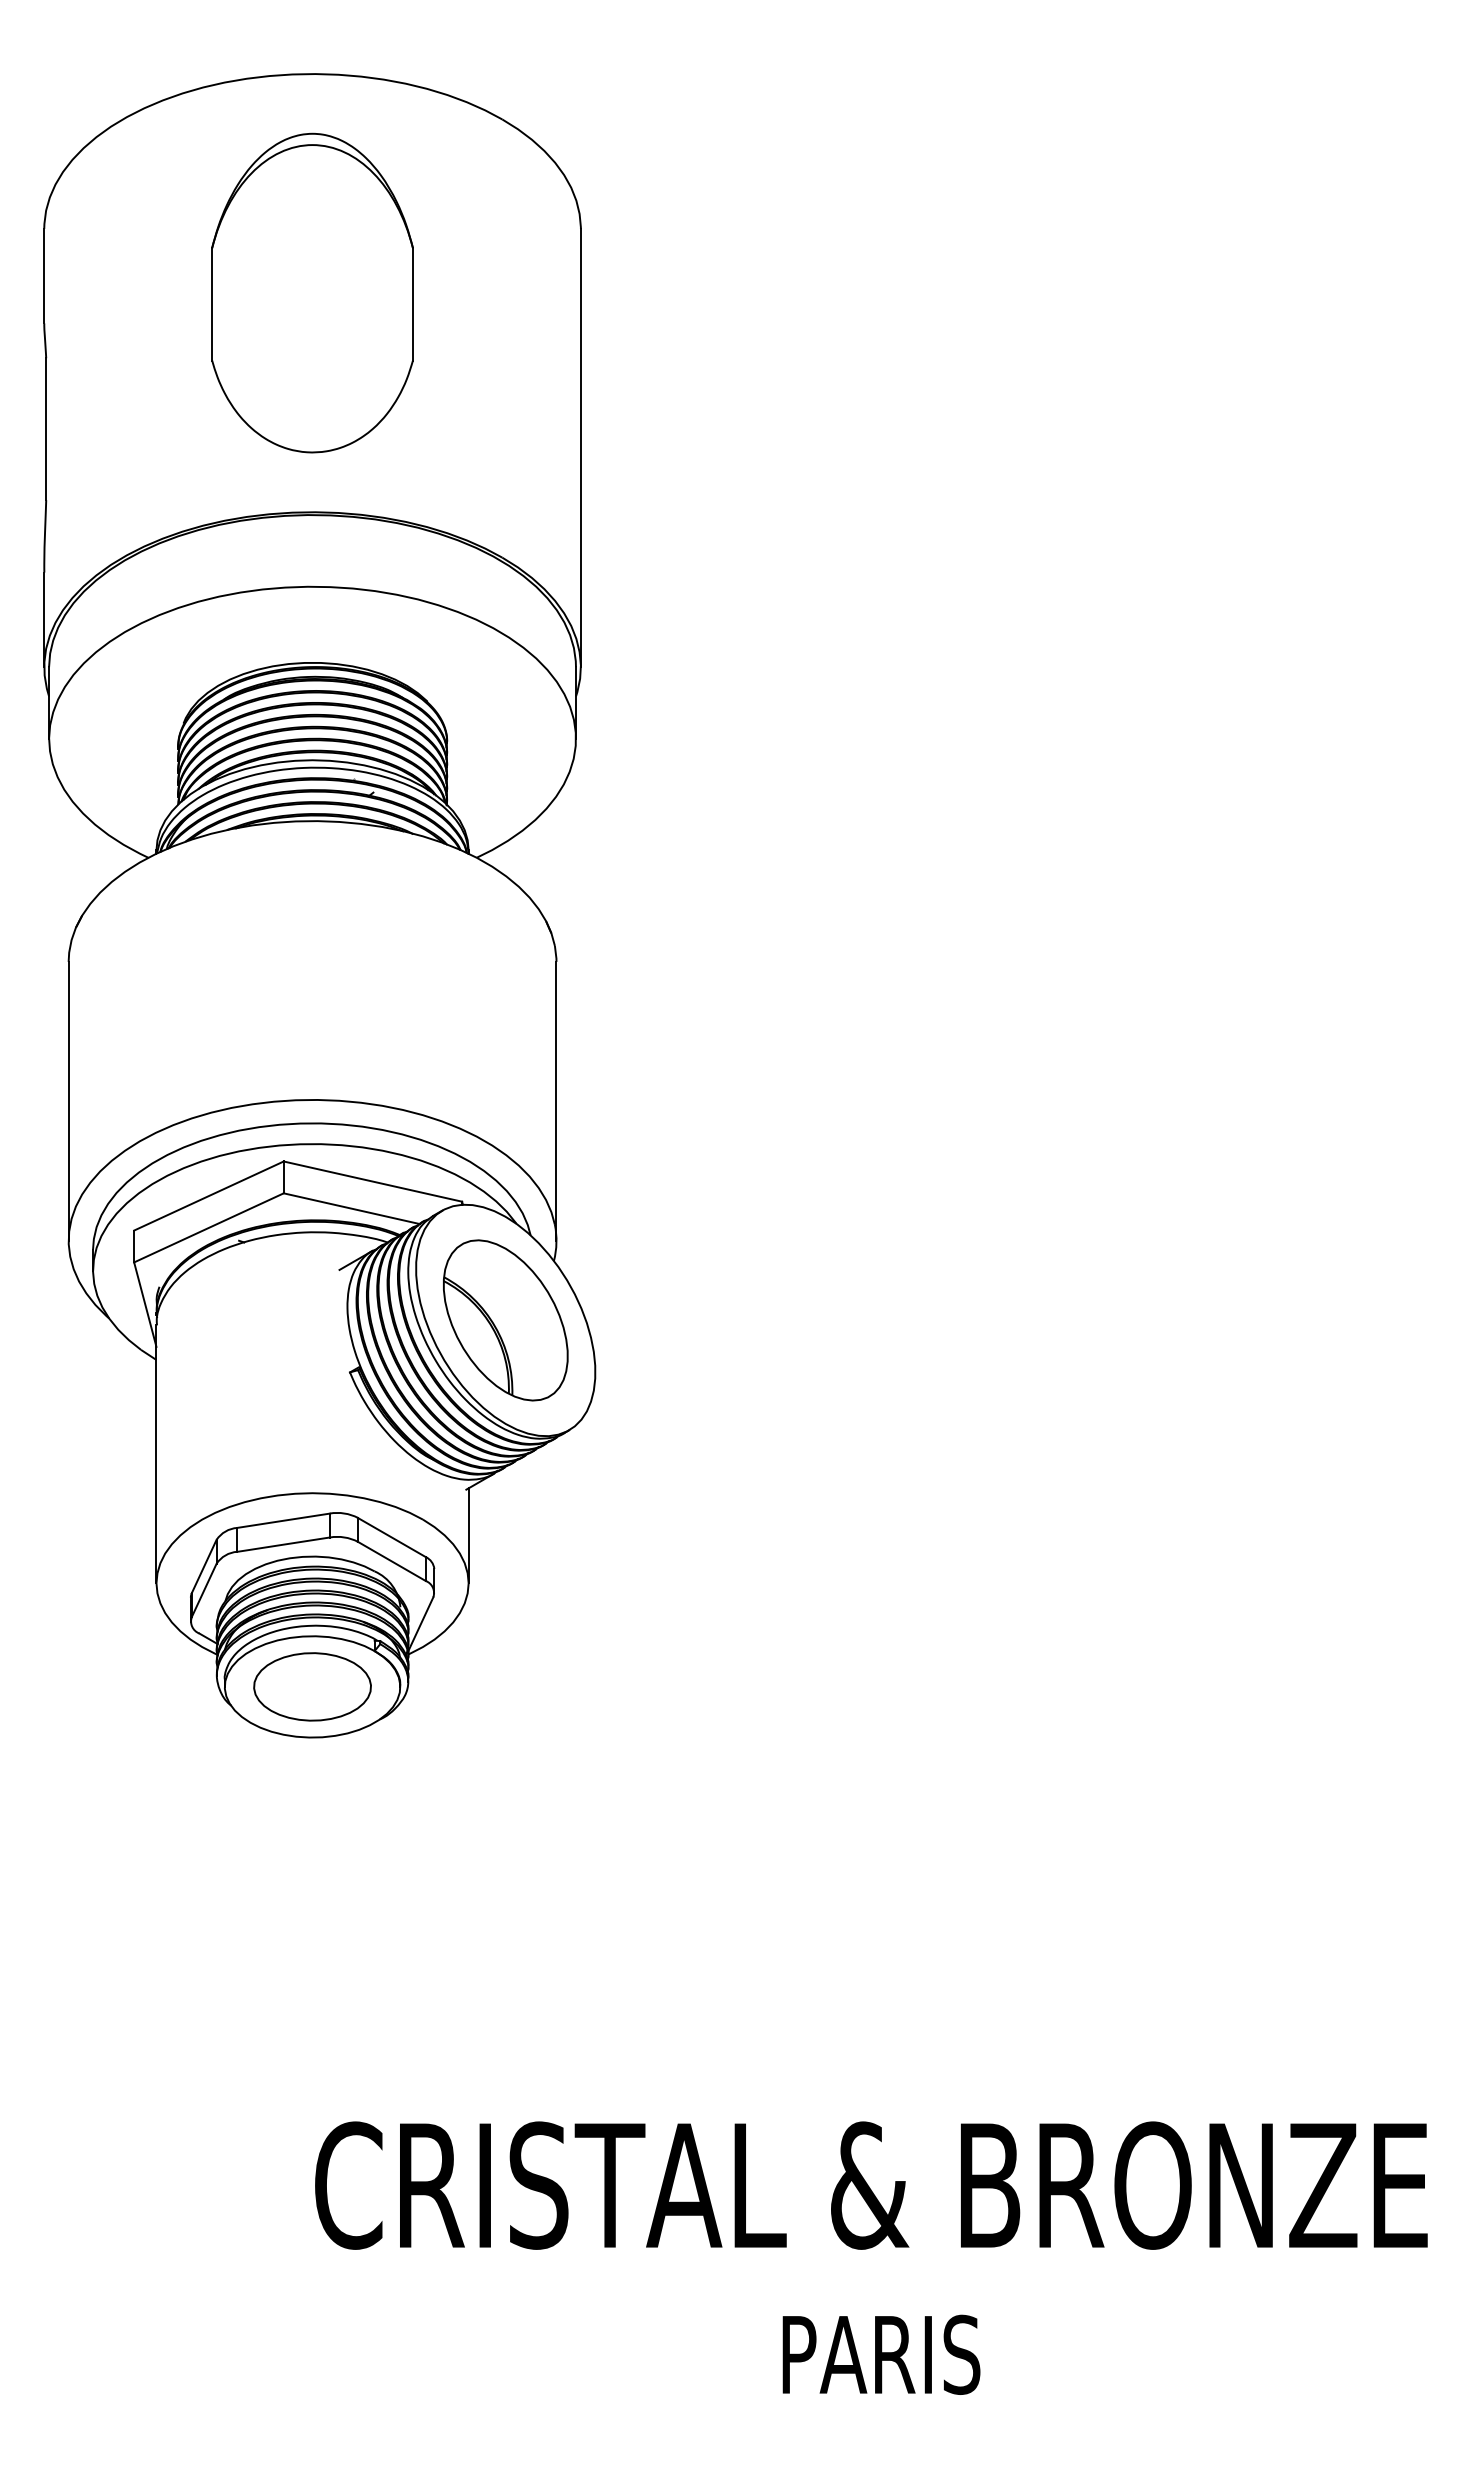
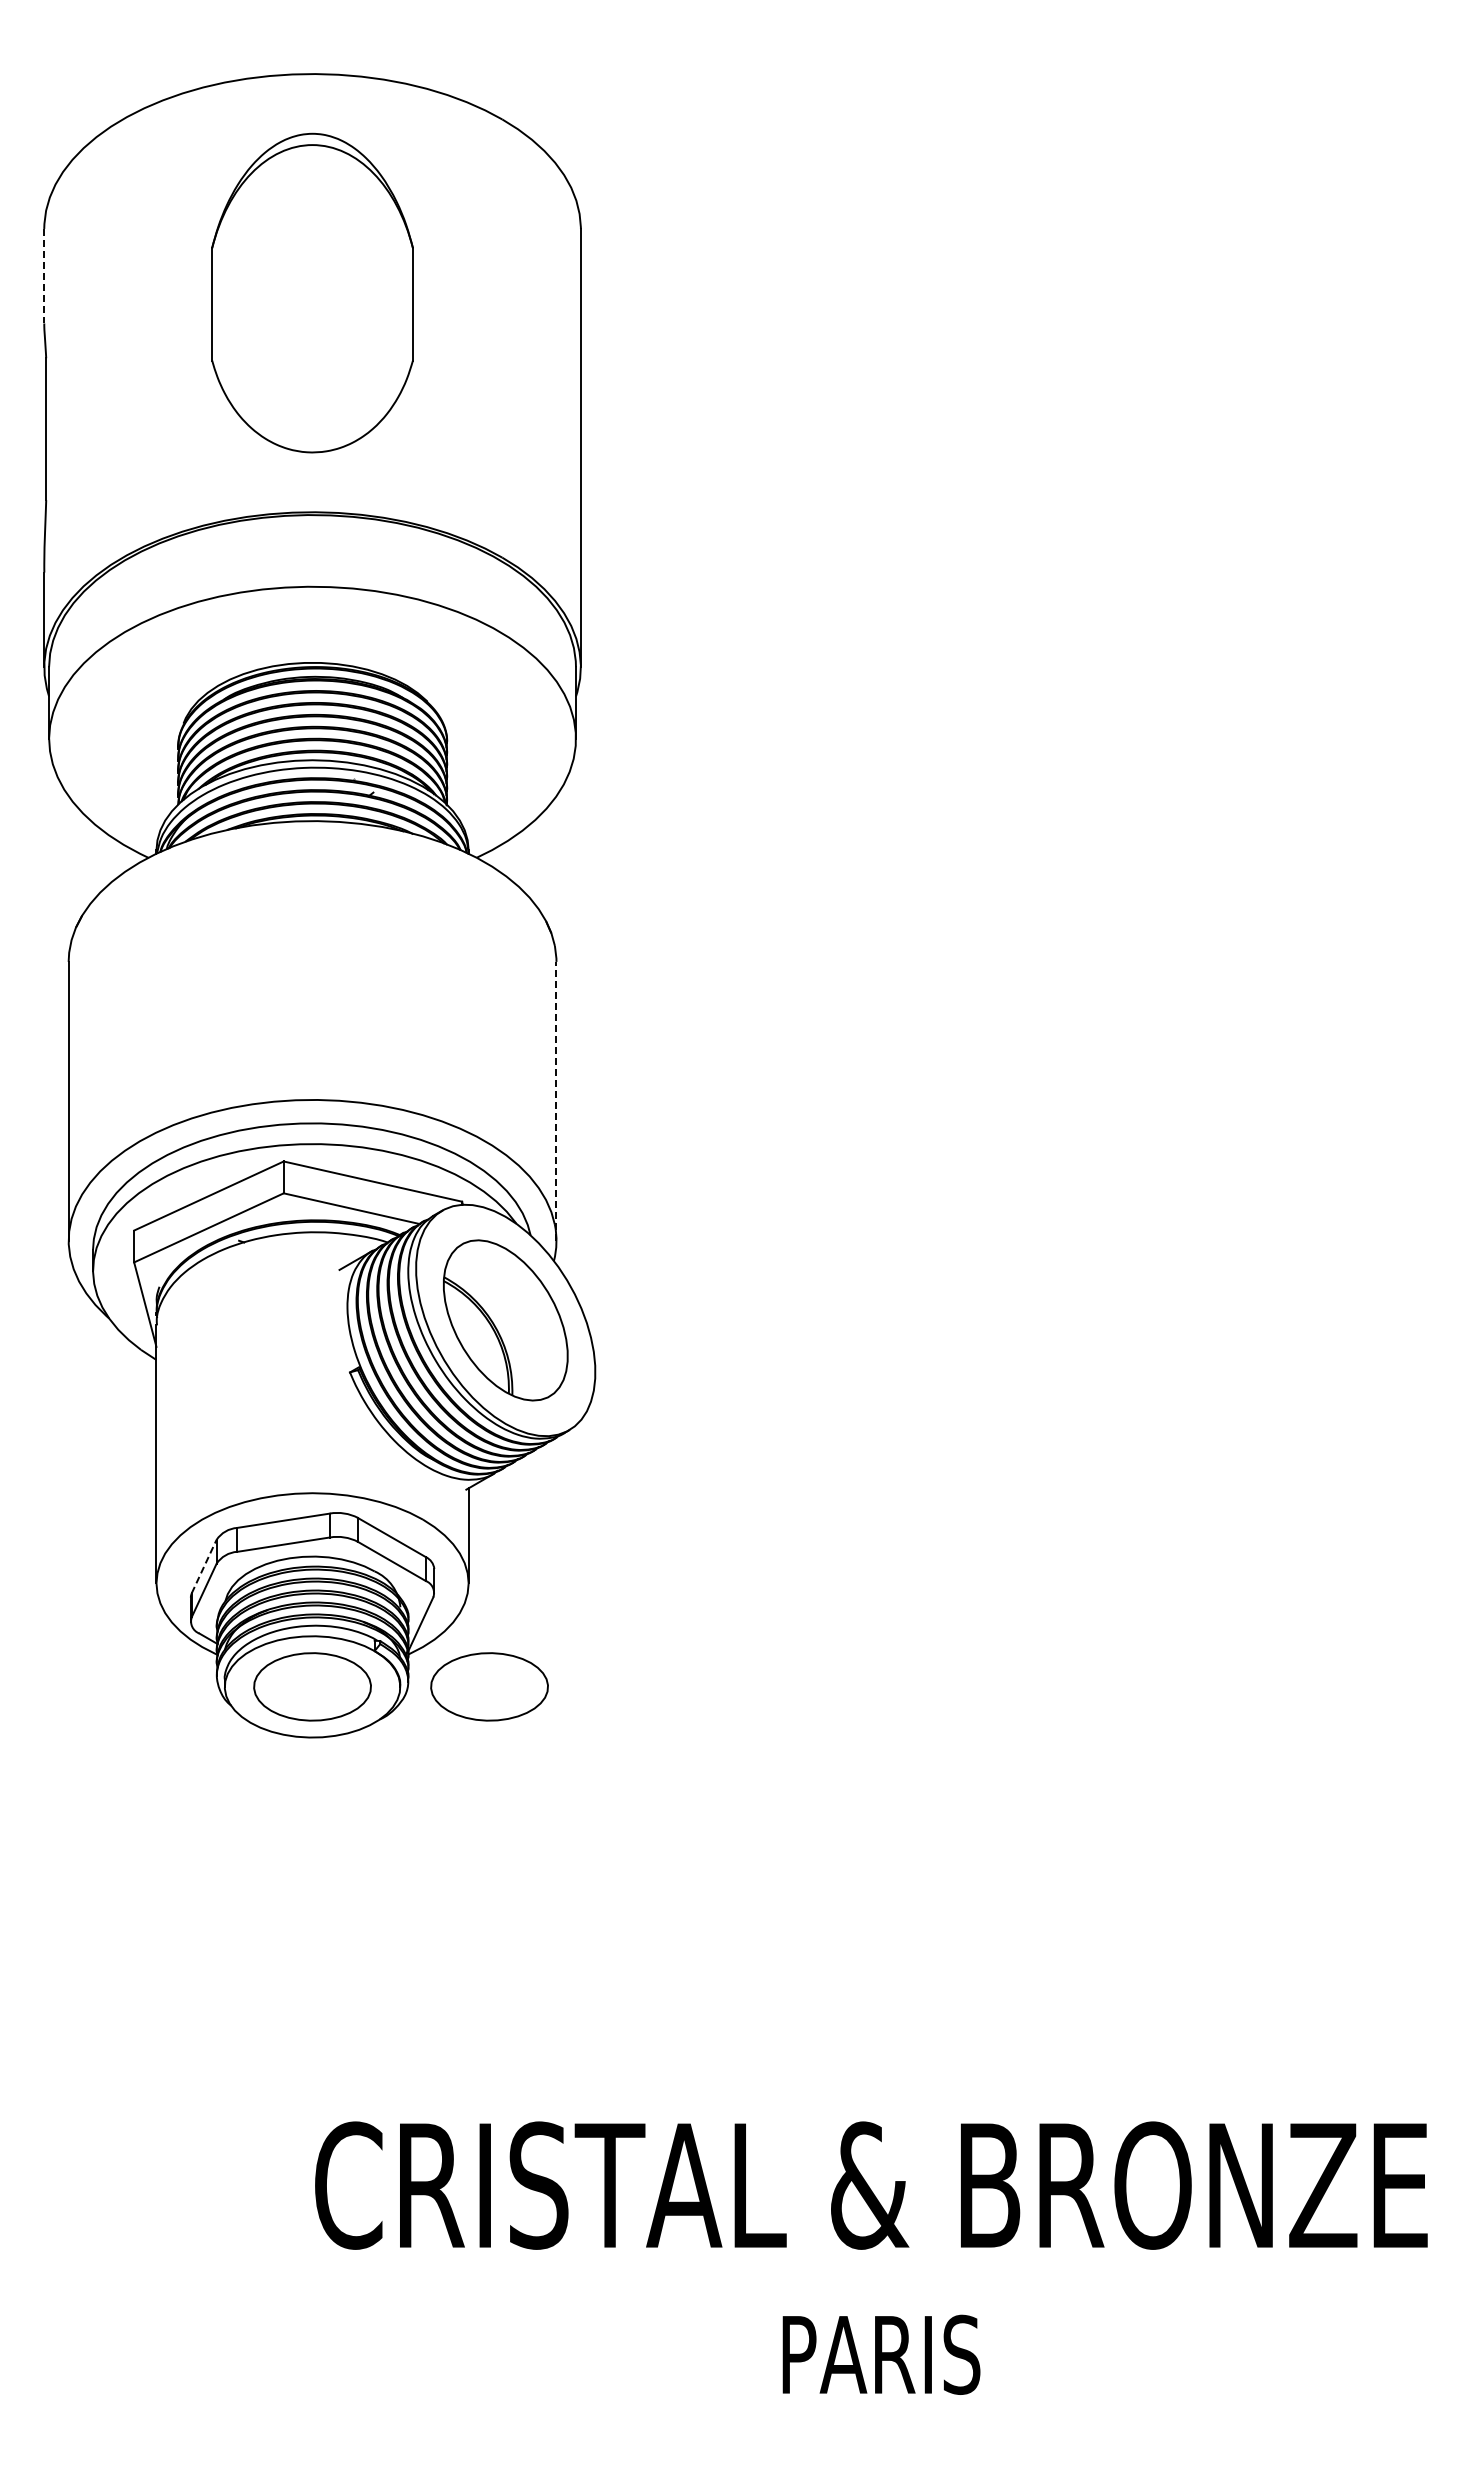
line at (44, 276): solid -> dashed
line at (556, 1100): solid -> dashed
line at (204, 1566): solid -> dashed
part at (489, 1686): none -> present
